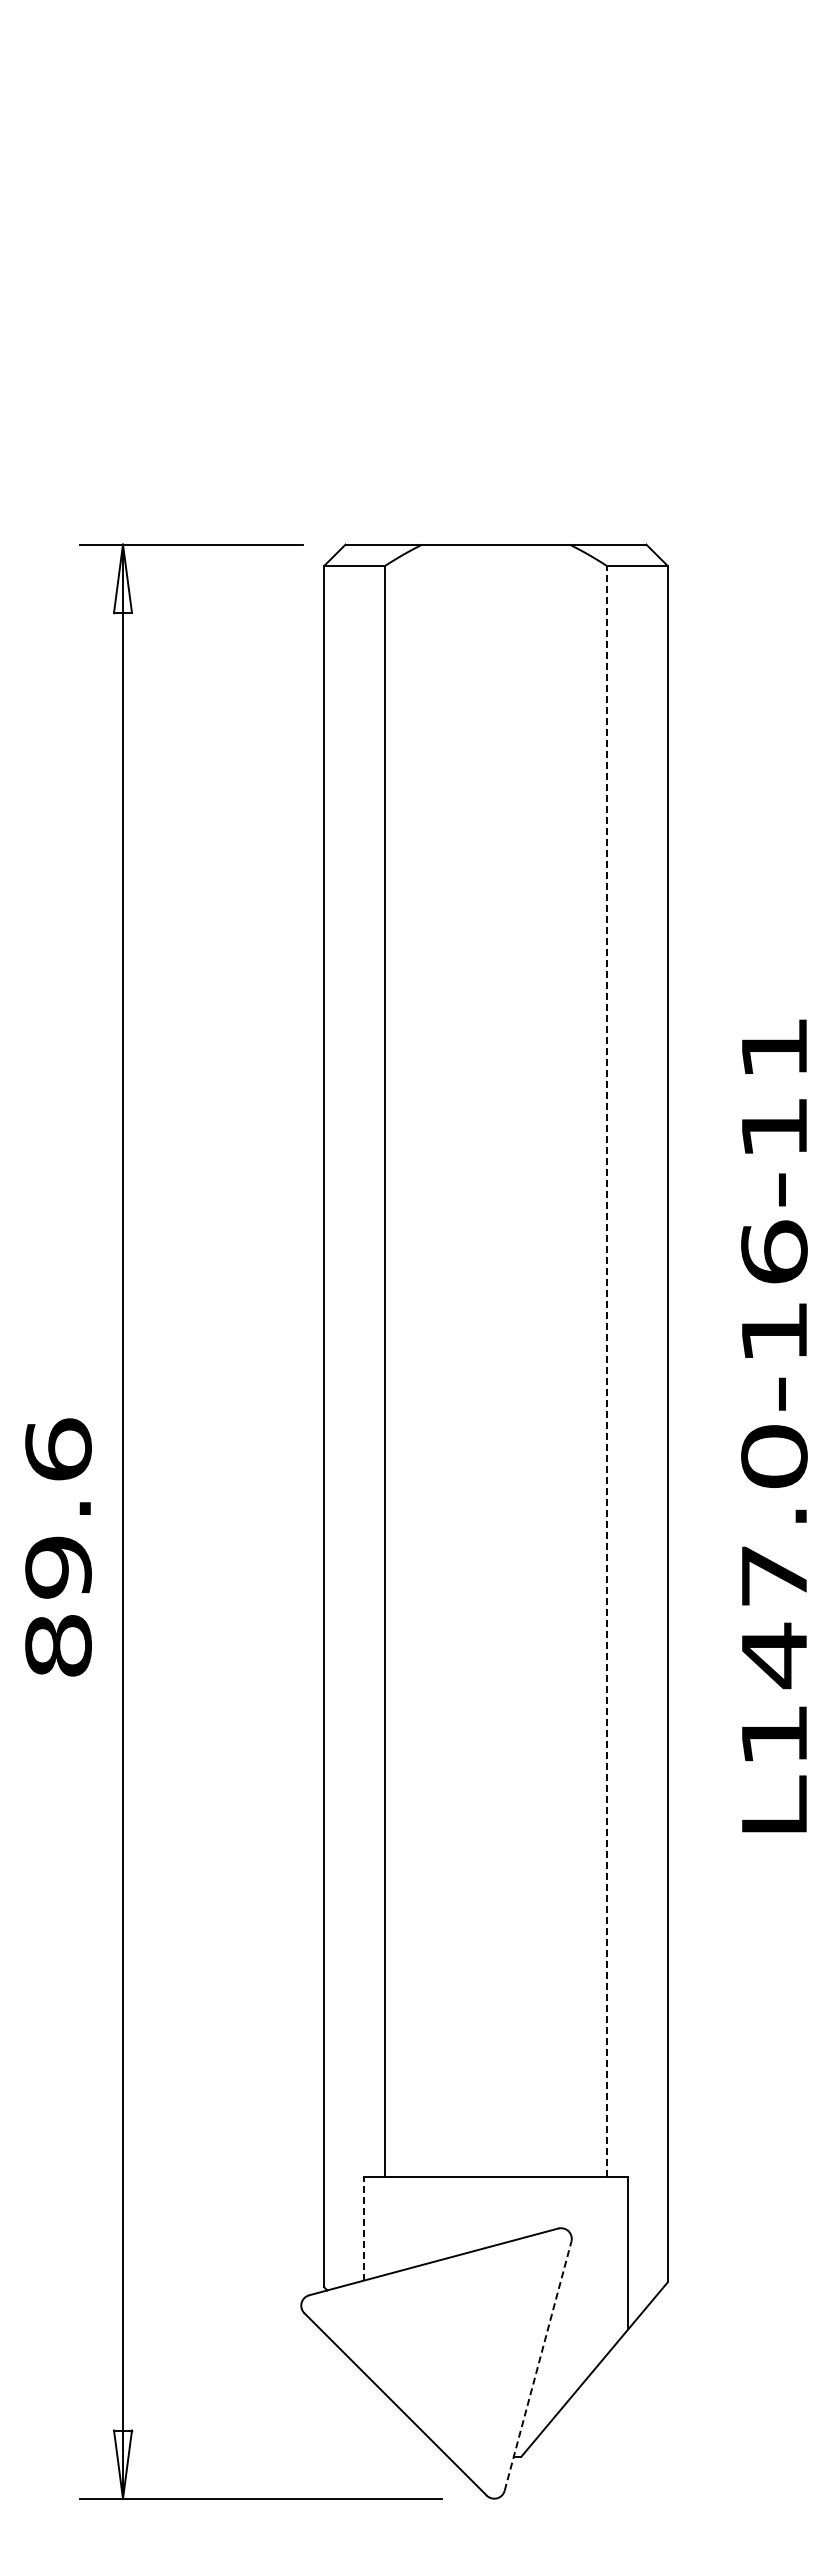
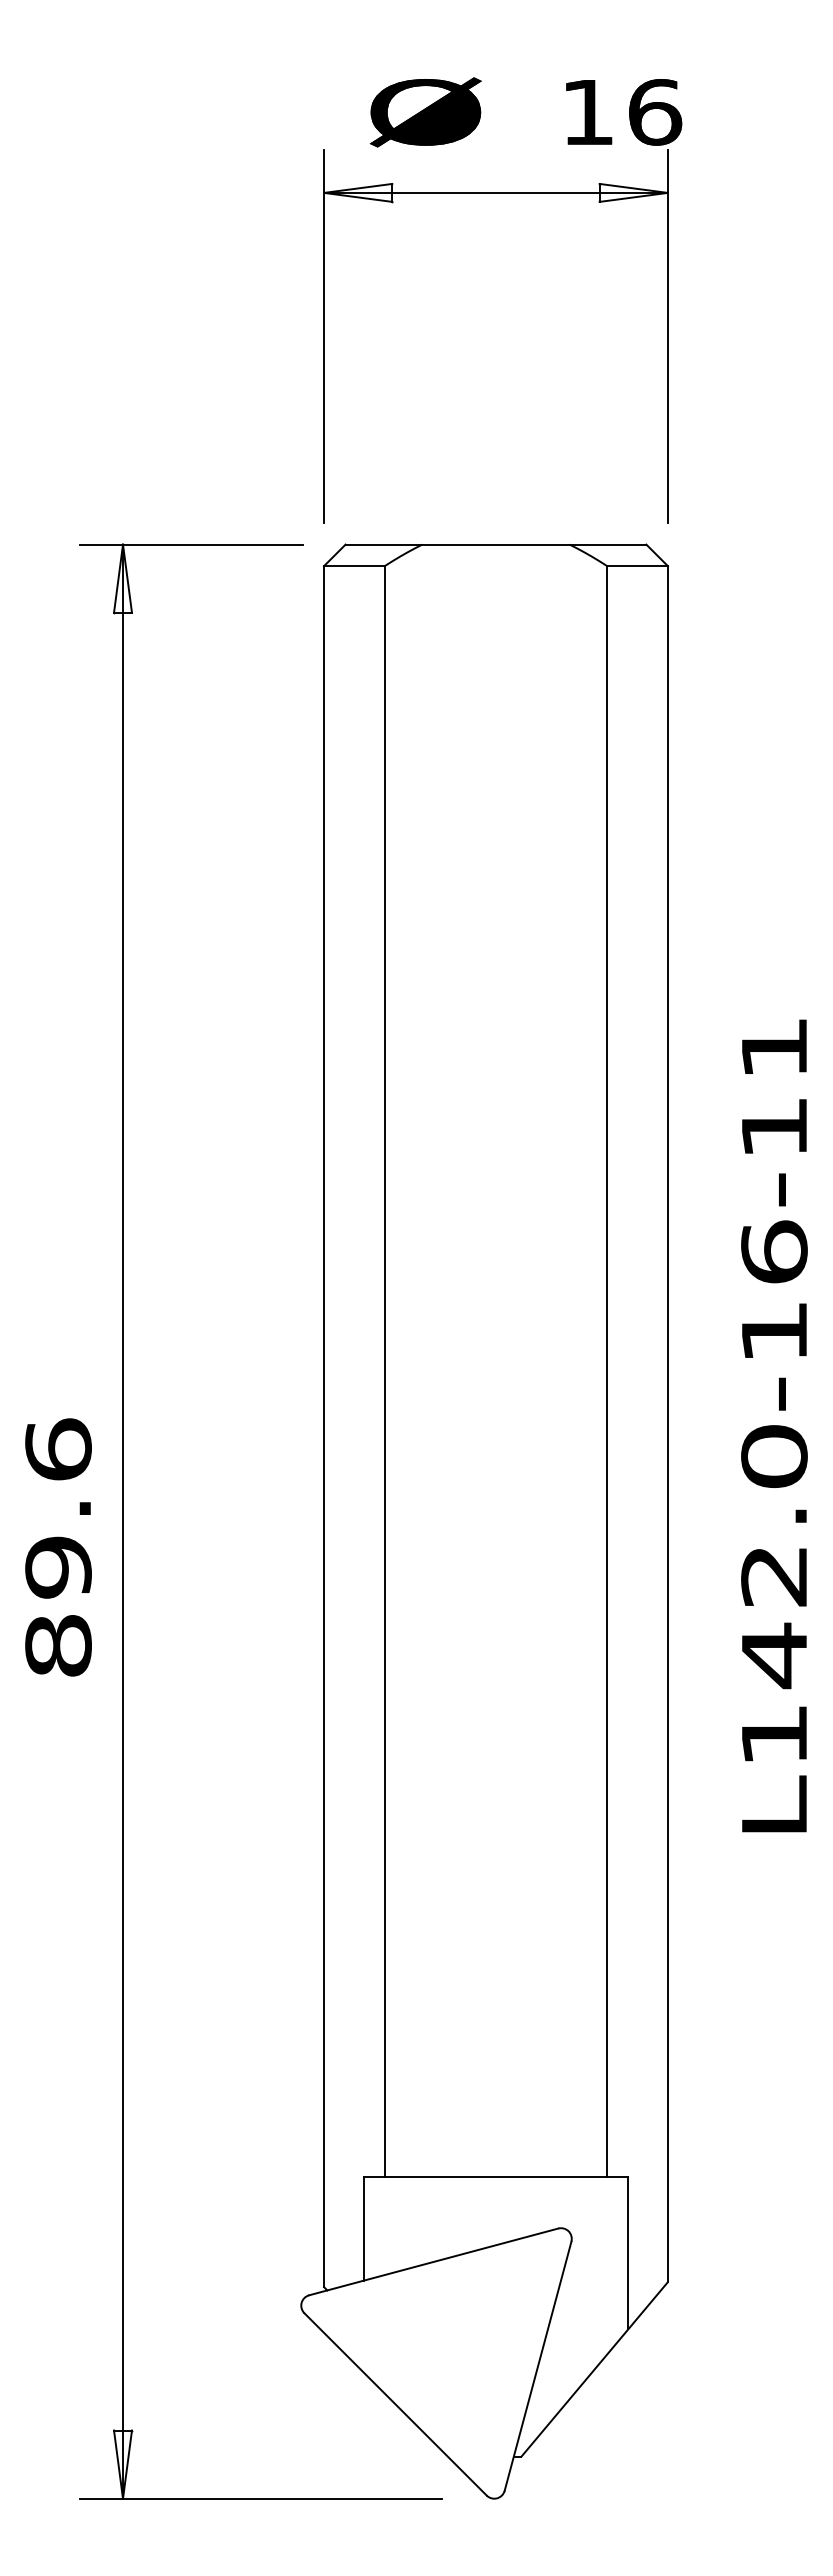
part at (502, 193): none -> present
line at (607, 1371): dashed -> solid
text at (773, 1576): L147.0-16-11 -> L142.0-16-11
line at (363, 2229): dashed -> solid
line at (538, 2366): dashed -> solid
